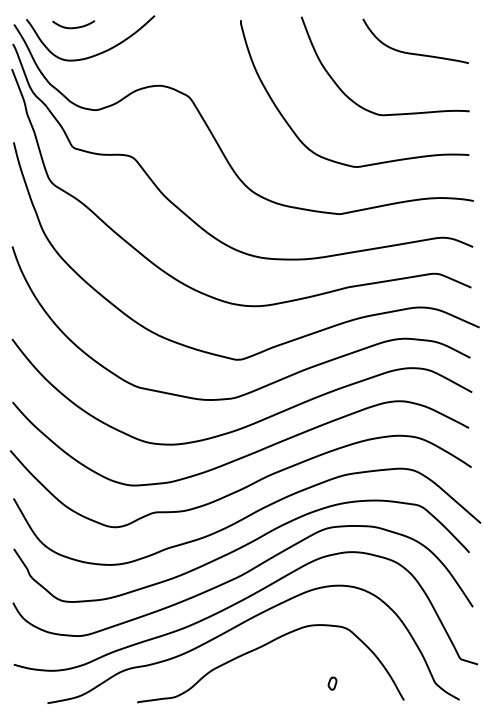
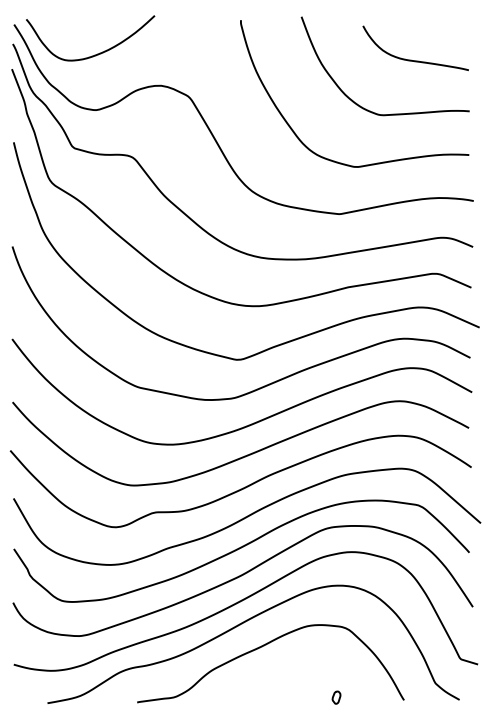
curve at (73, 27): present -> none
curve at (411, 52) position: (411, 52) -> (411, 59)
part at (332, 683) position: (332, 683) -> (336, 697)
